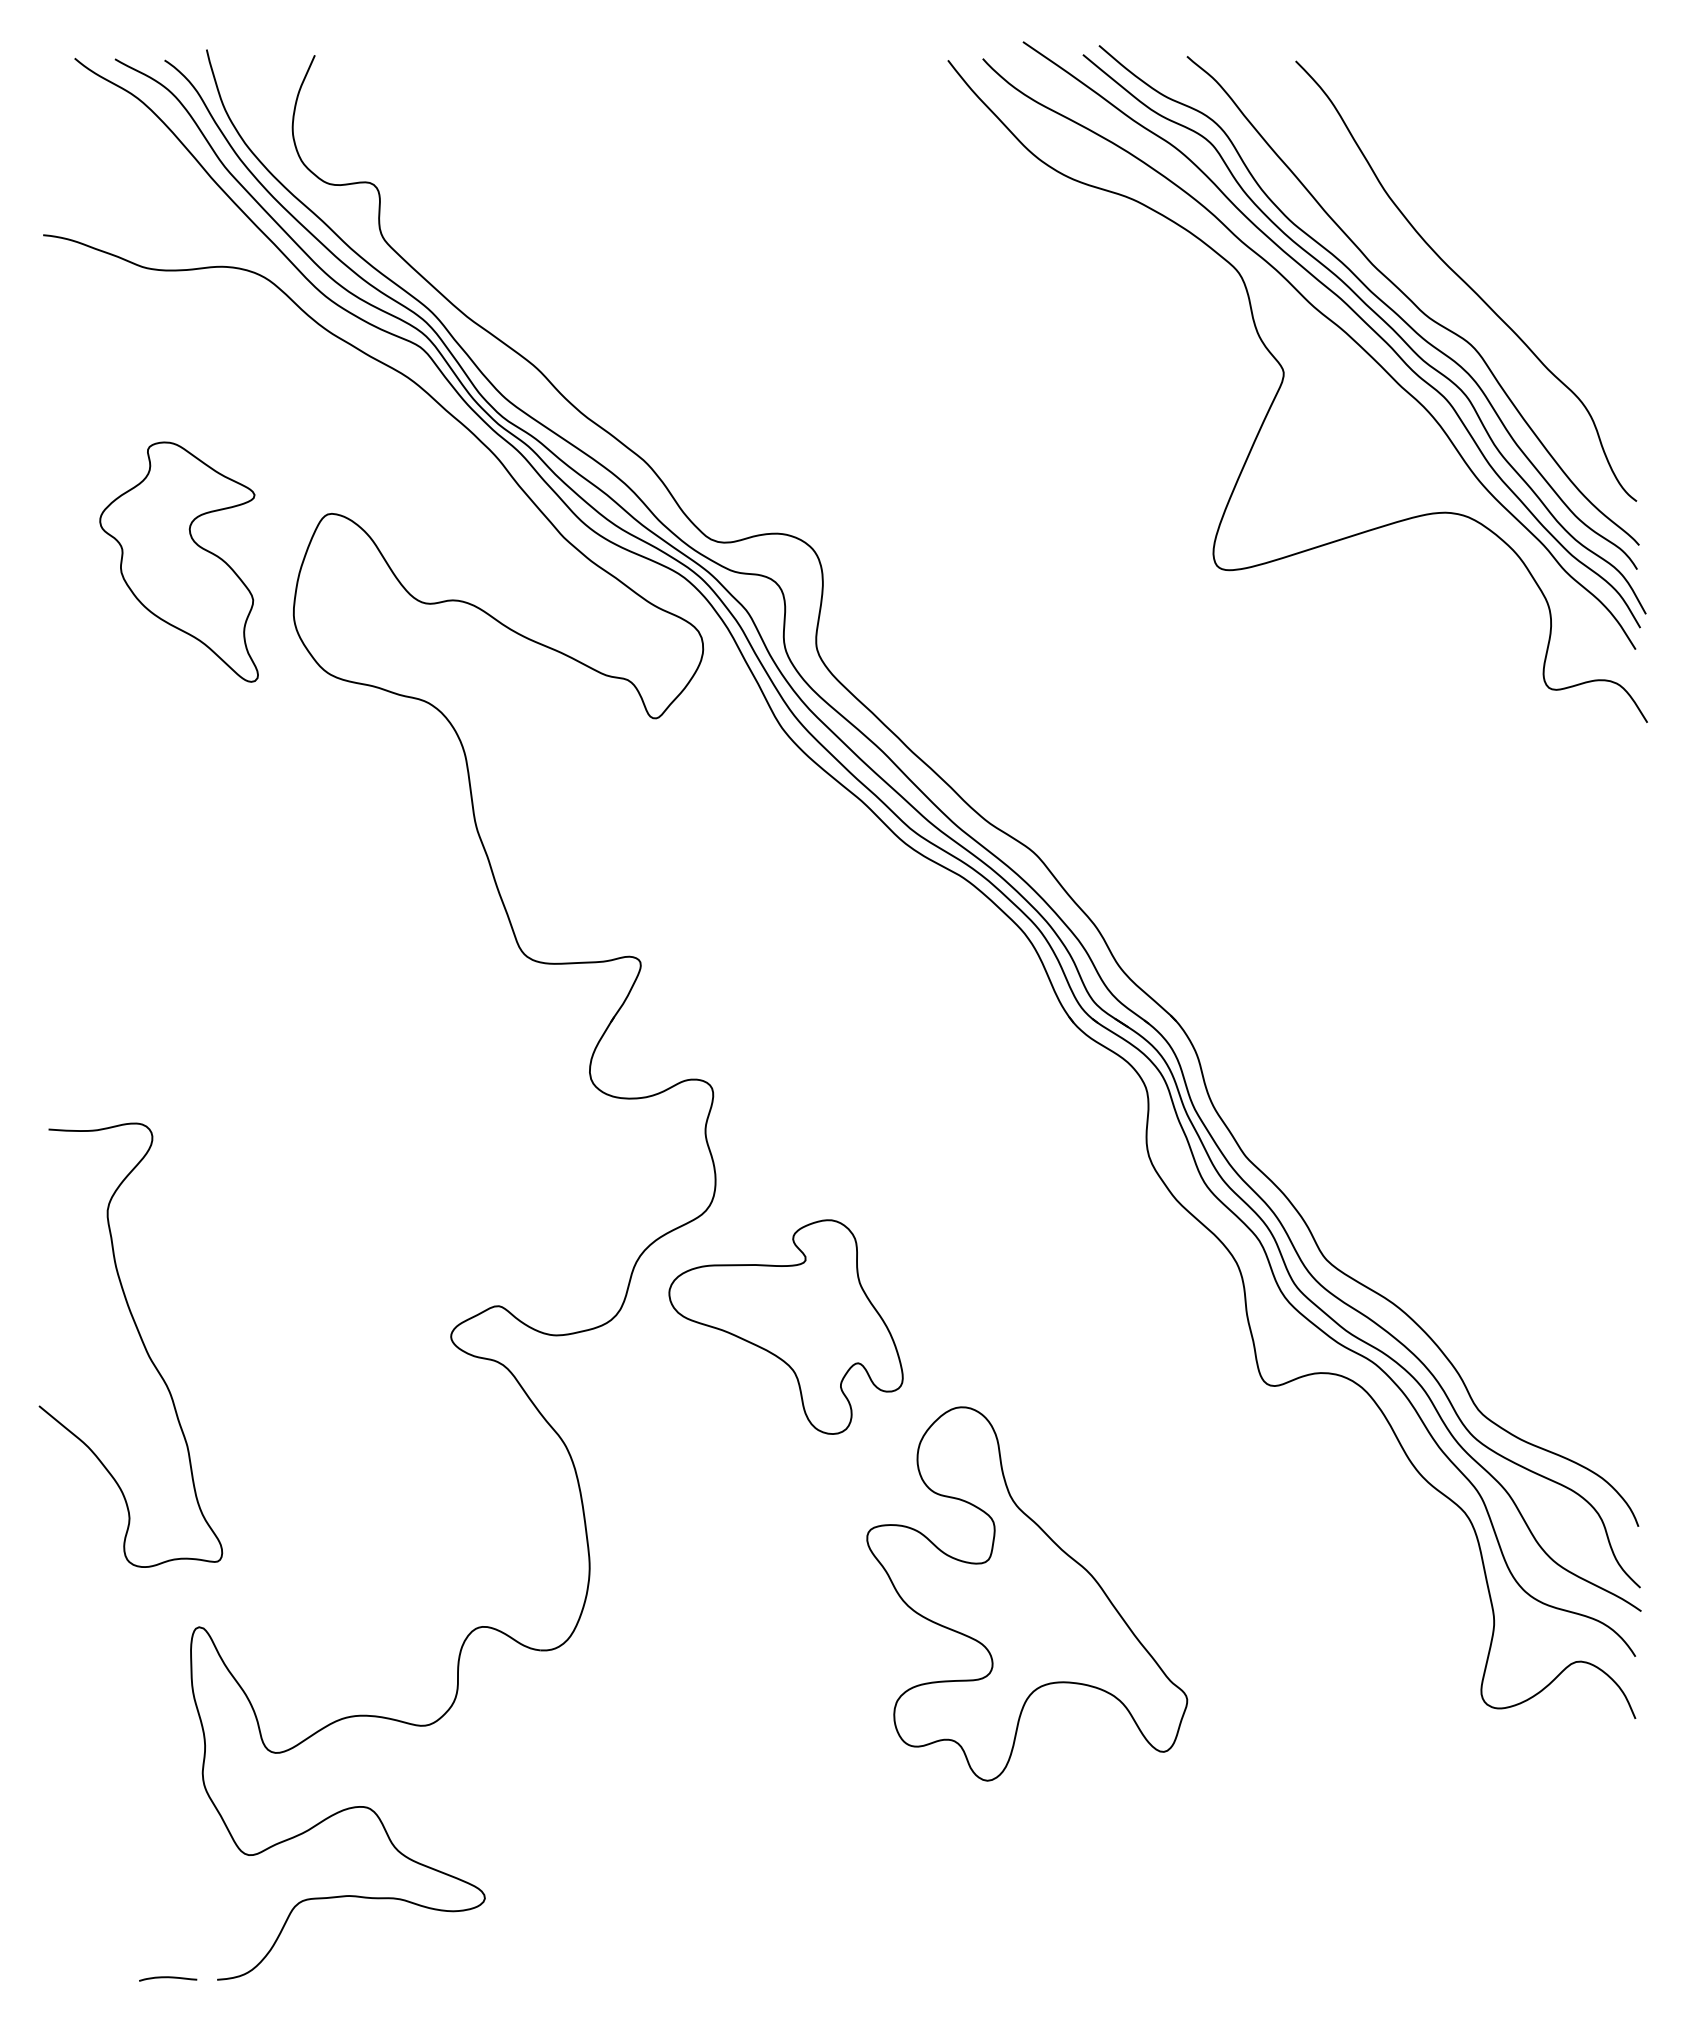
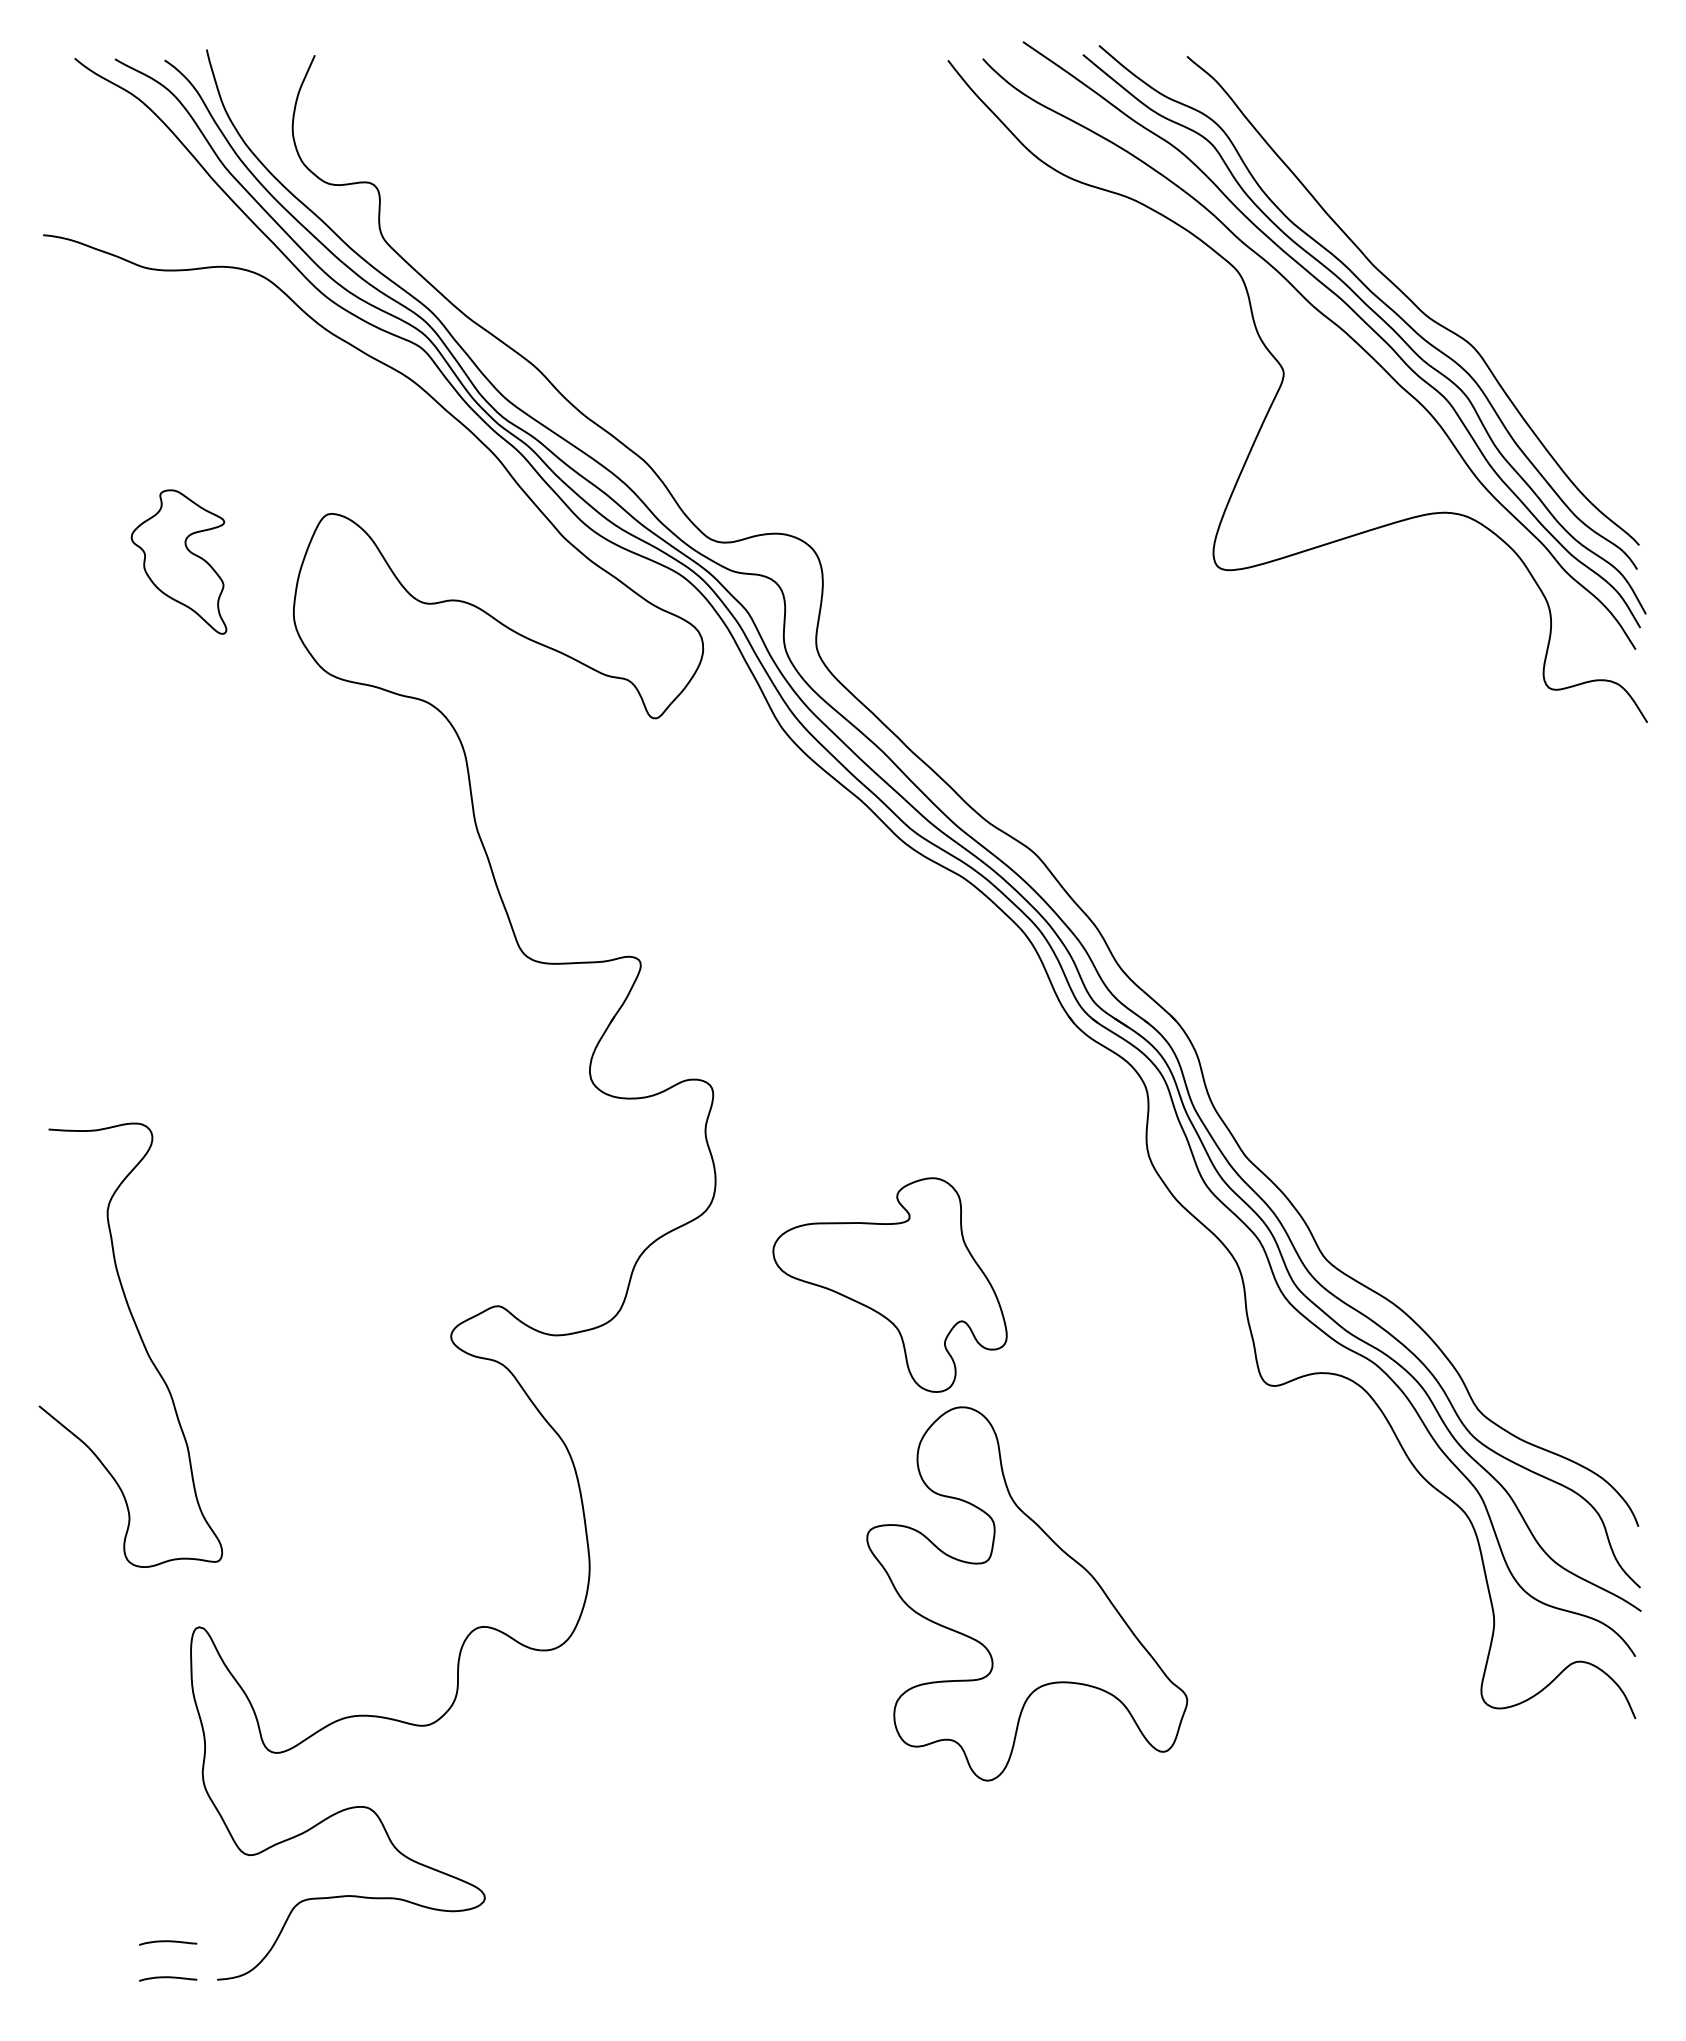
curve at (1465, 281): present -> none
part at (178, 561) size: 160x242 px -> 98x146 px
part at (785, 1326) position: (785, 1326) -> (889, 1284)
curve at (168, 1942): none -> present
